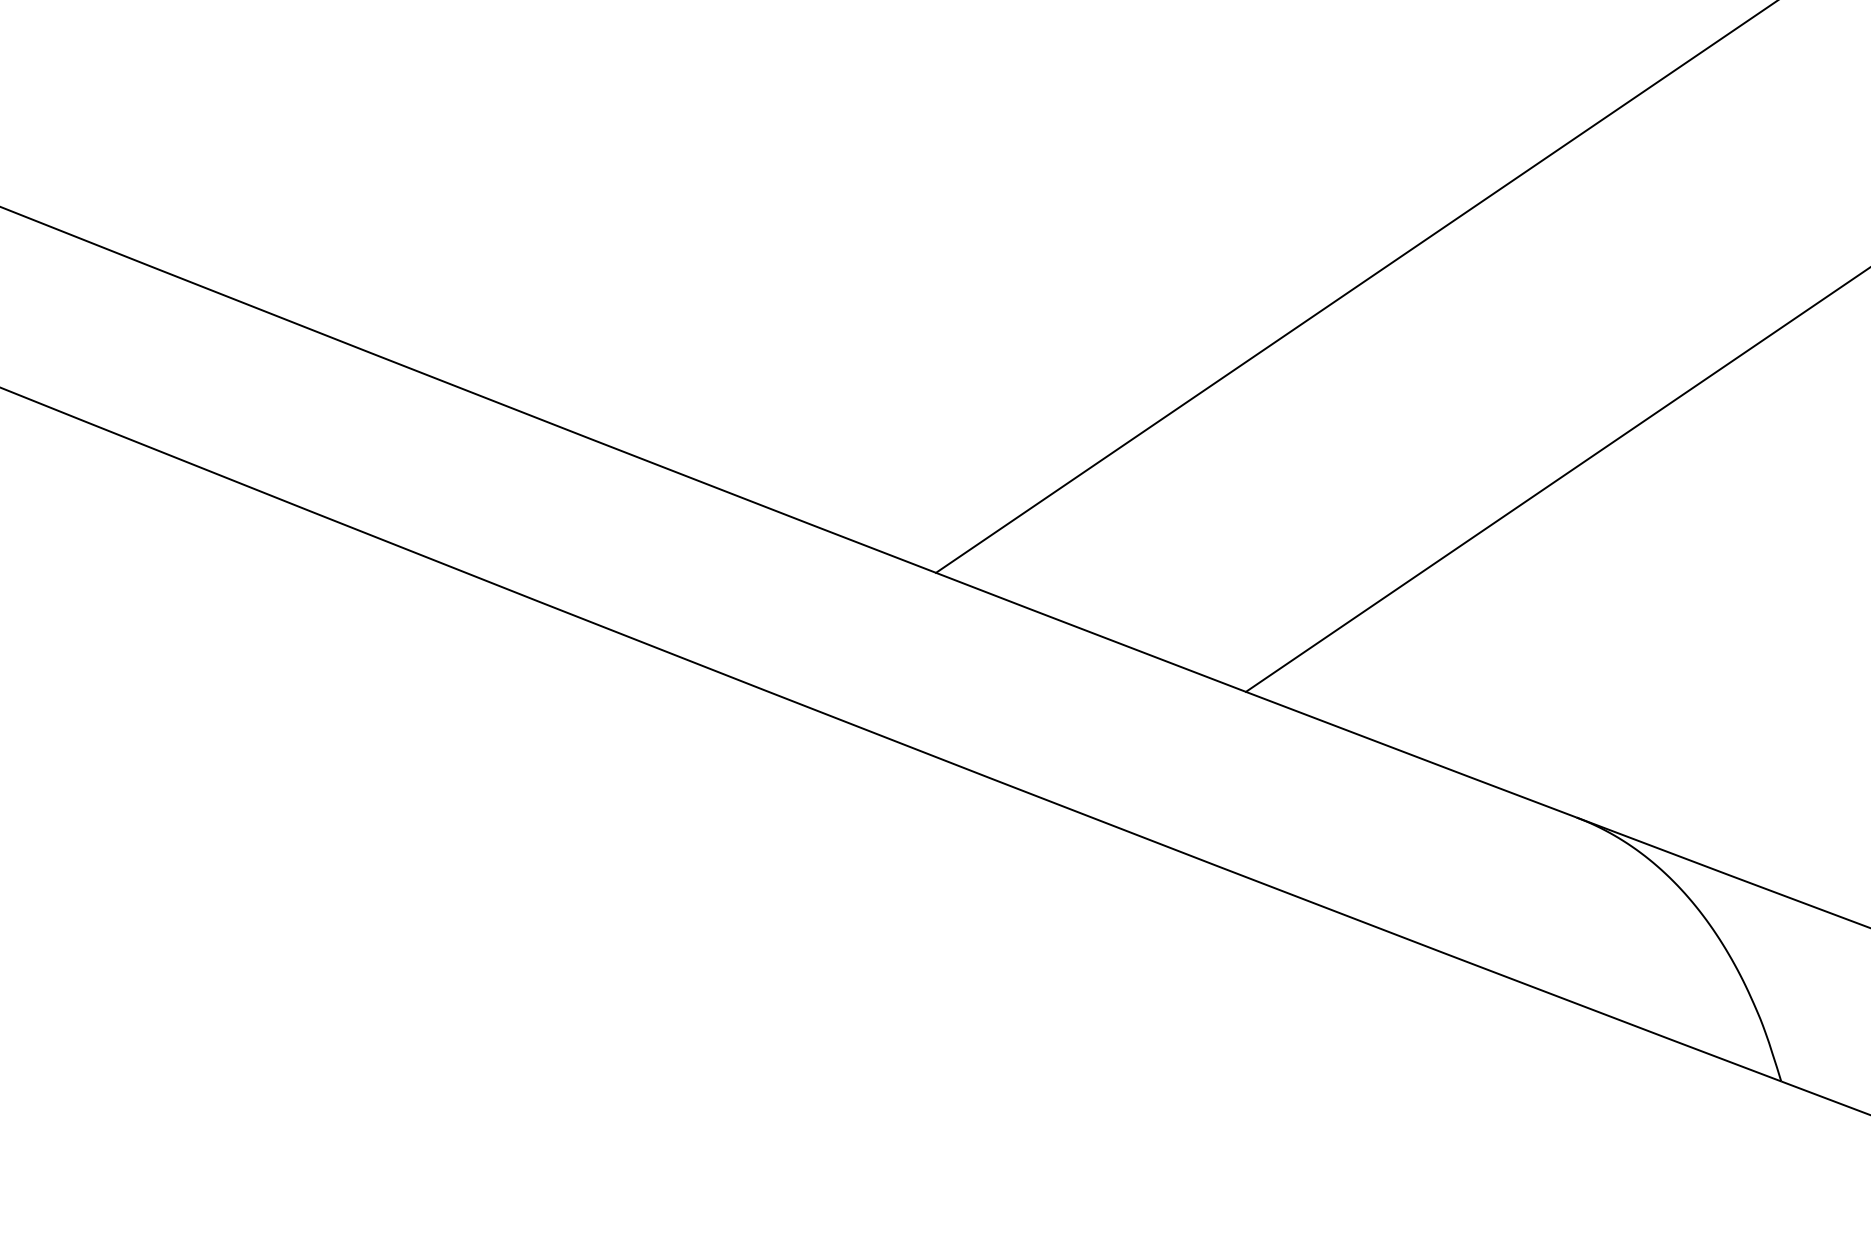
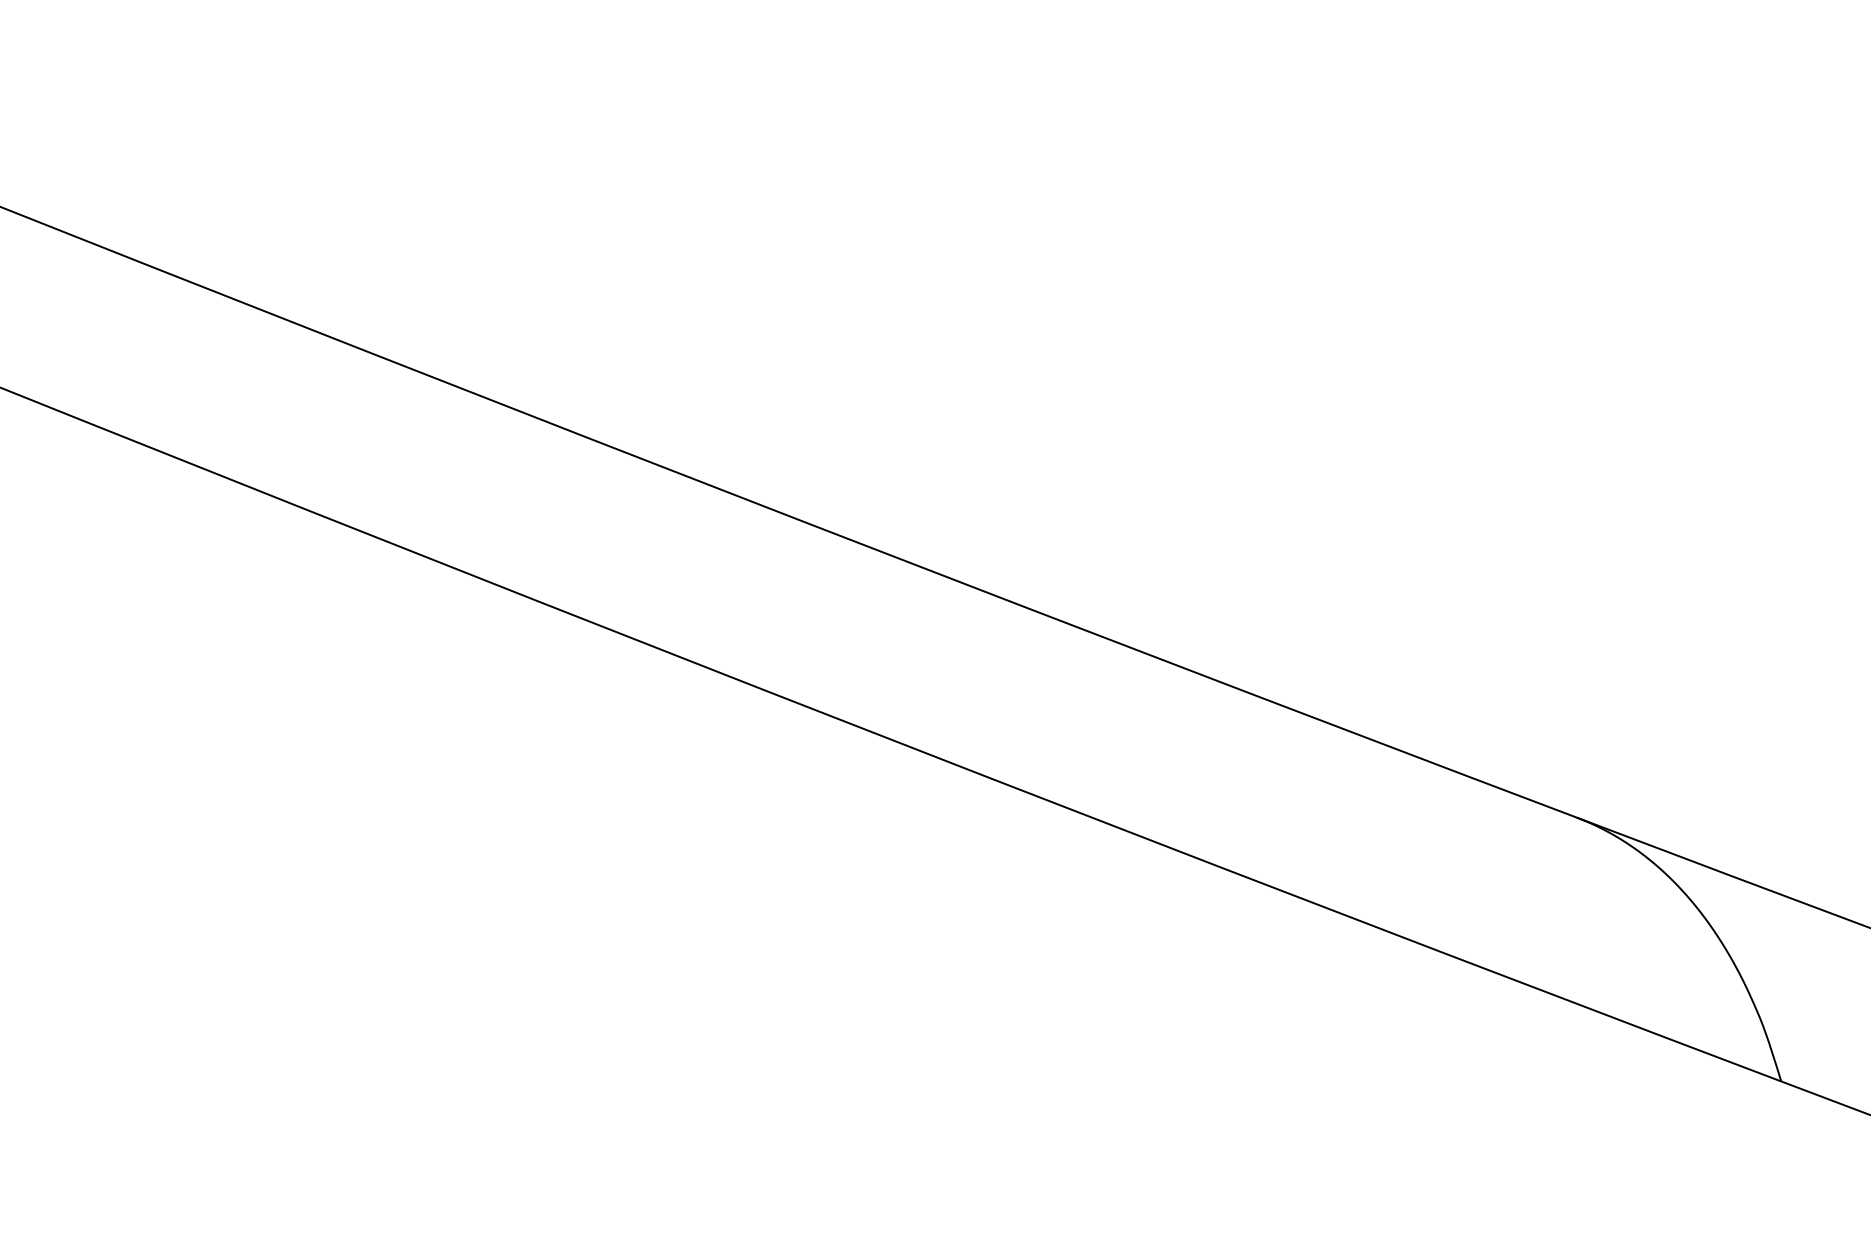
line at (1355, 287): present -> none
line at (1556, 480): present -> none
